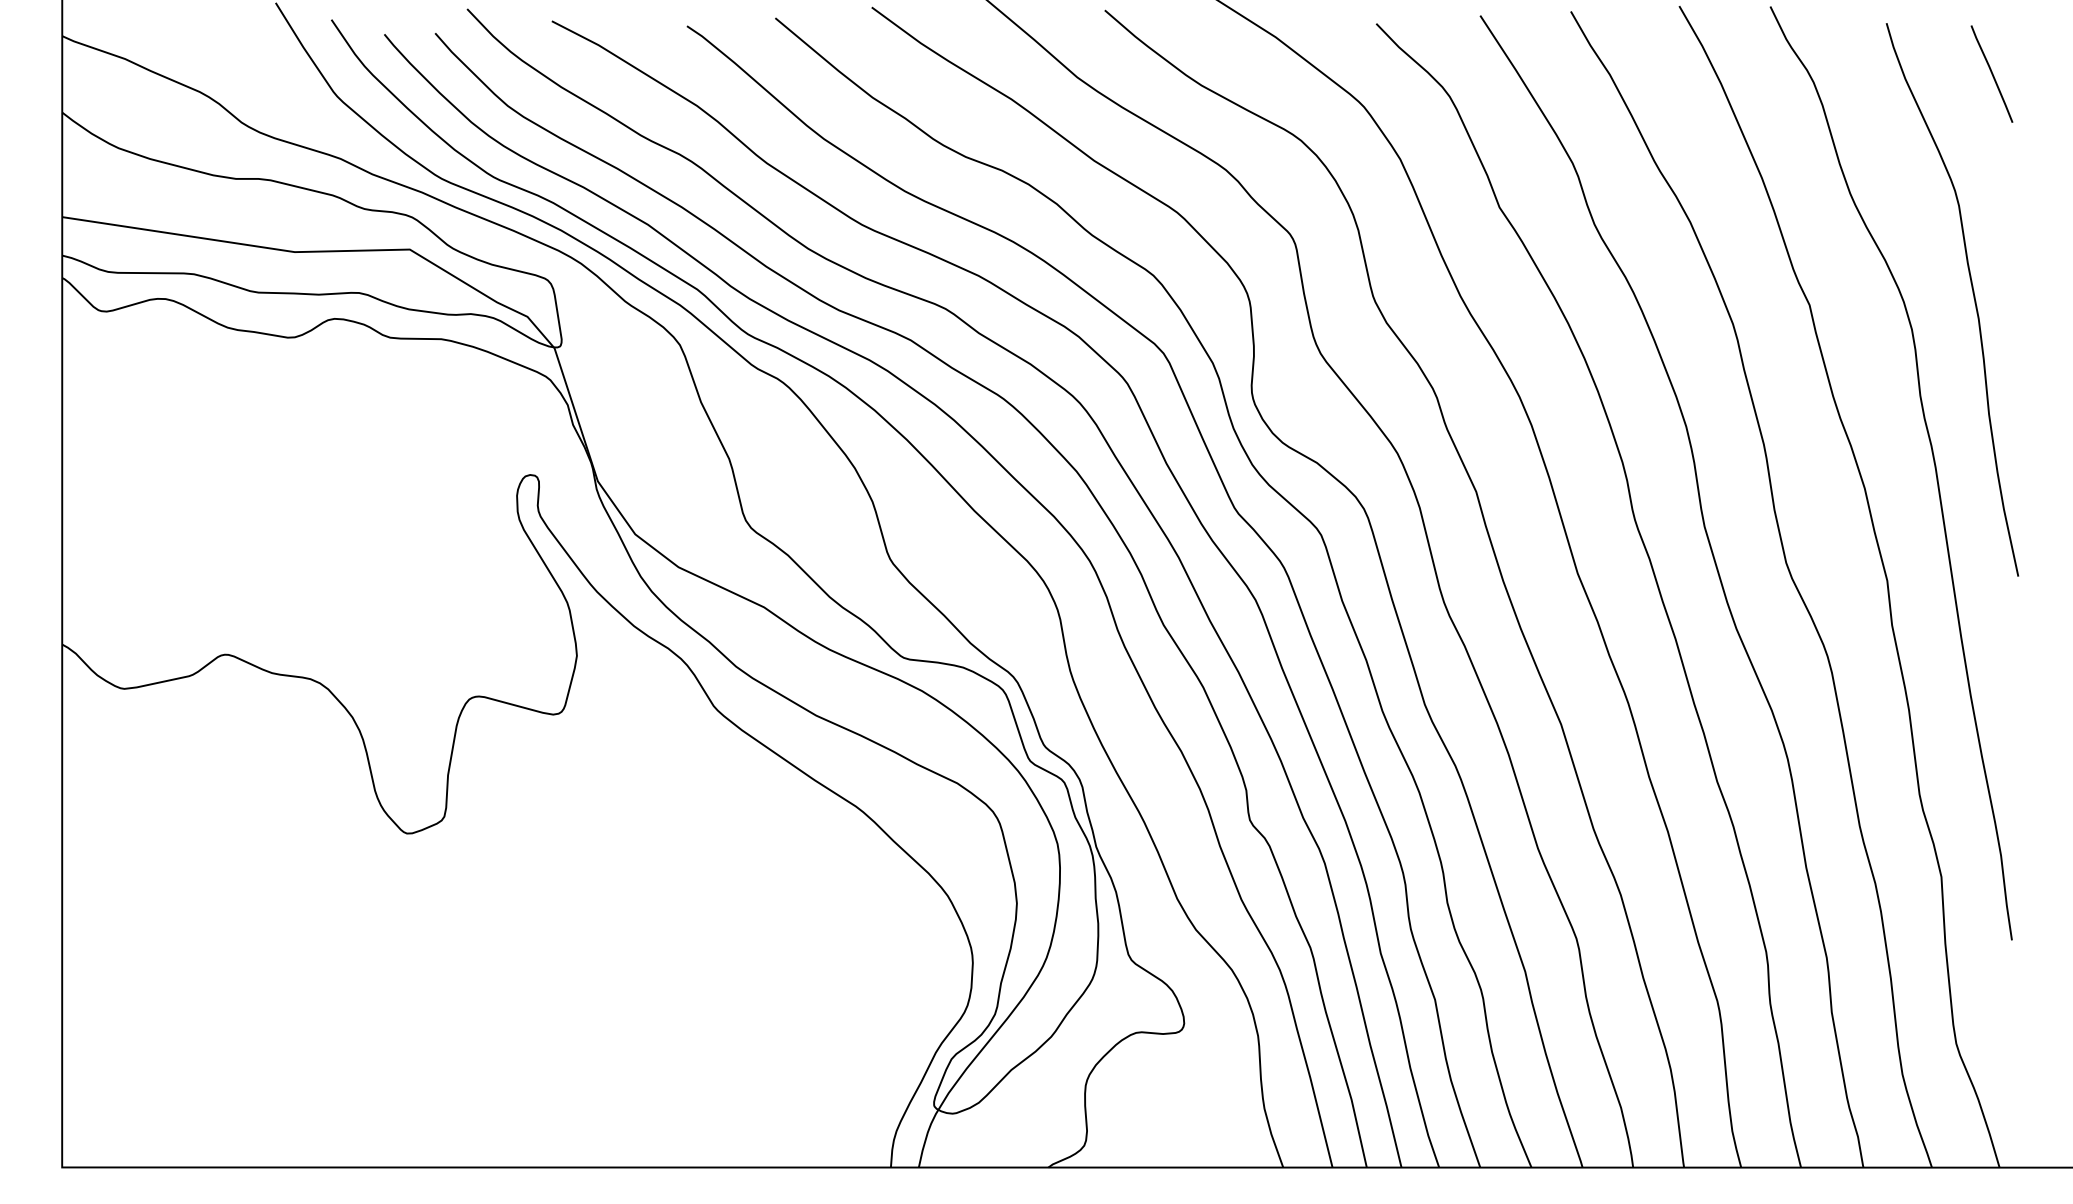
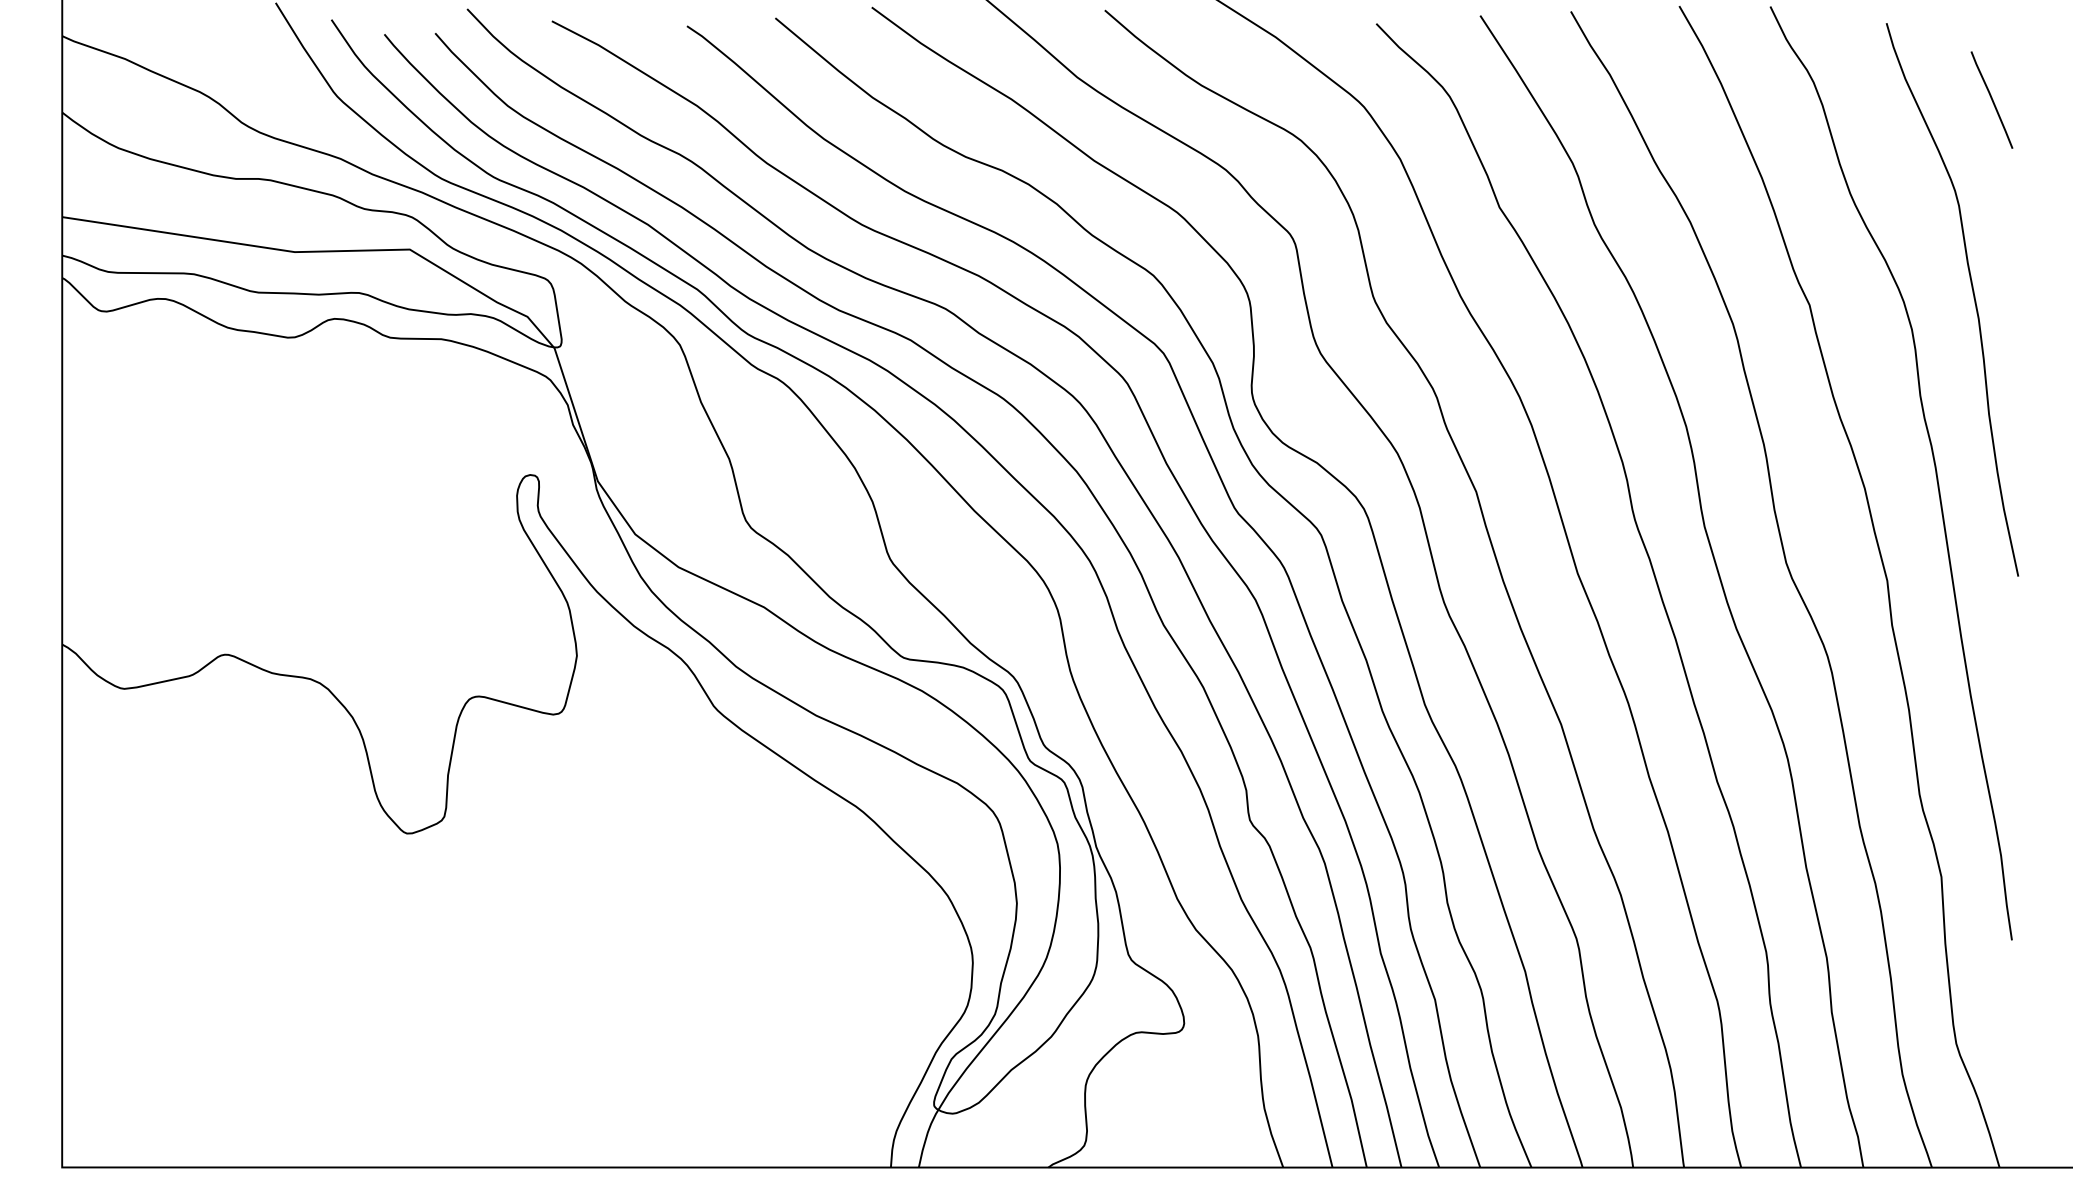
line at (1991, 73) position: (1991, 73) -> (1991, 99)
